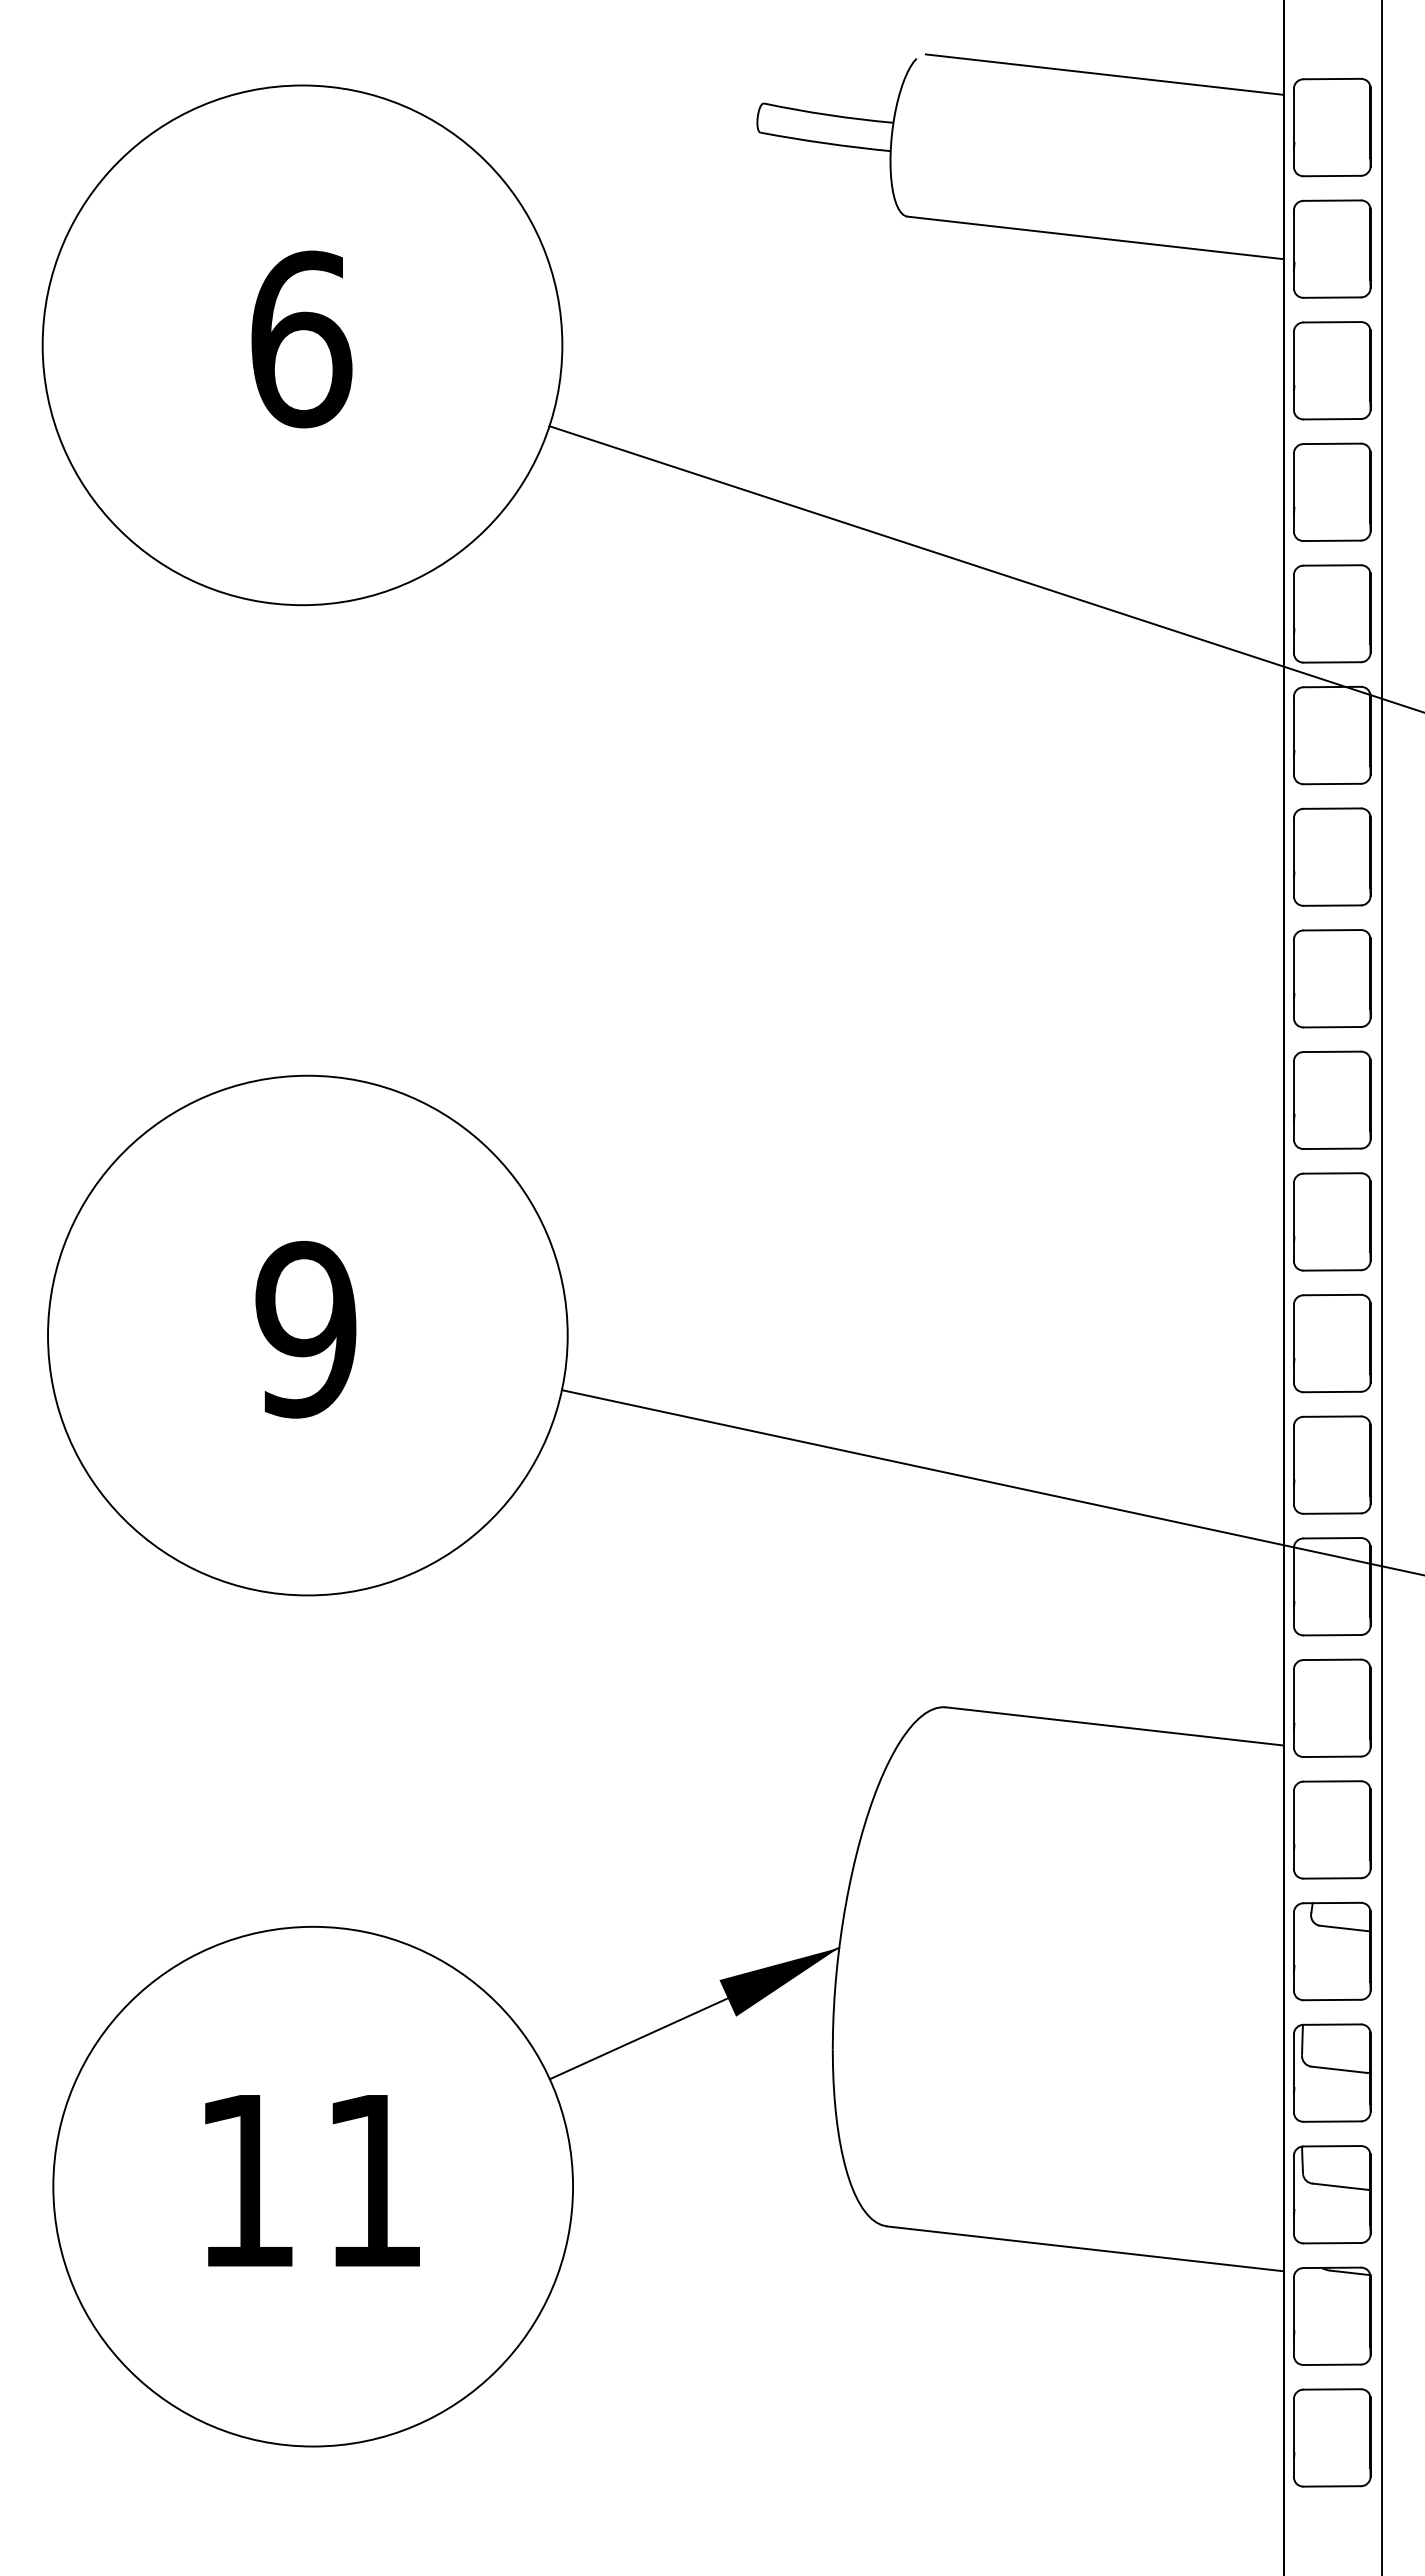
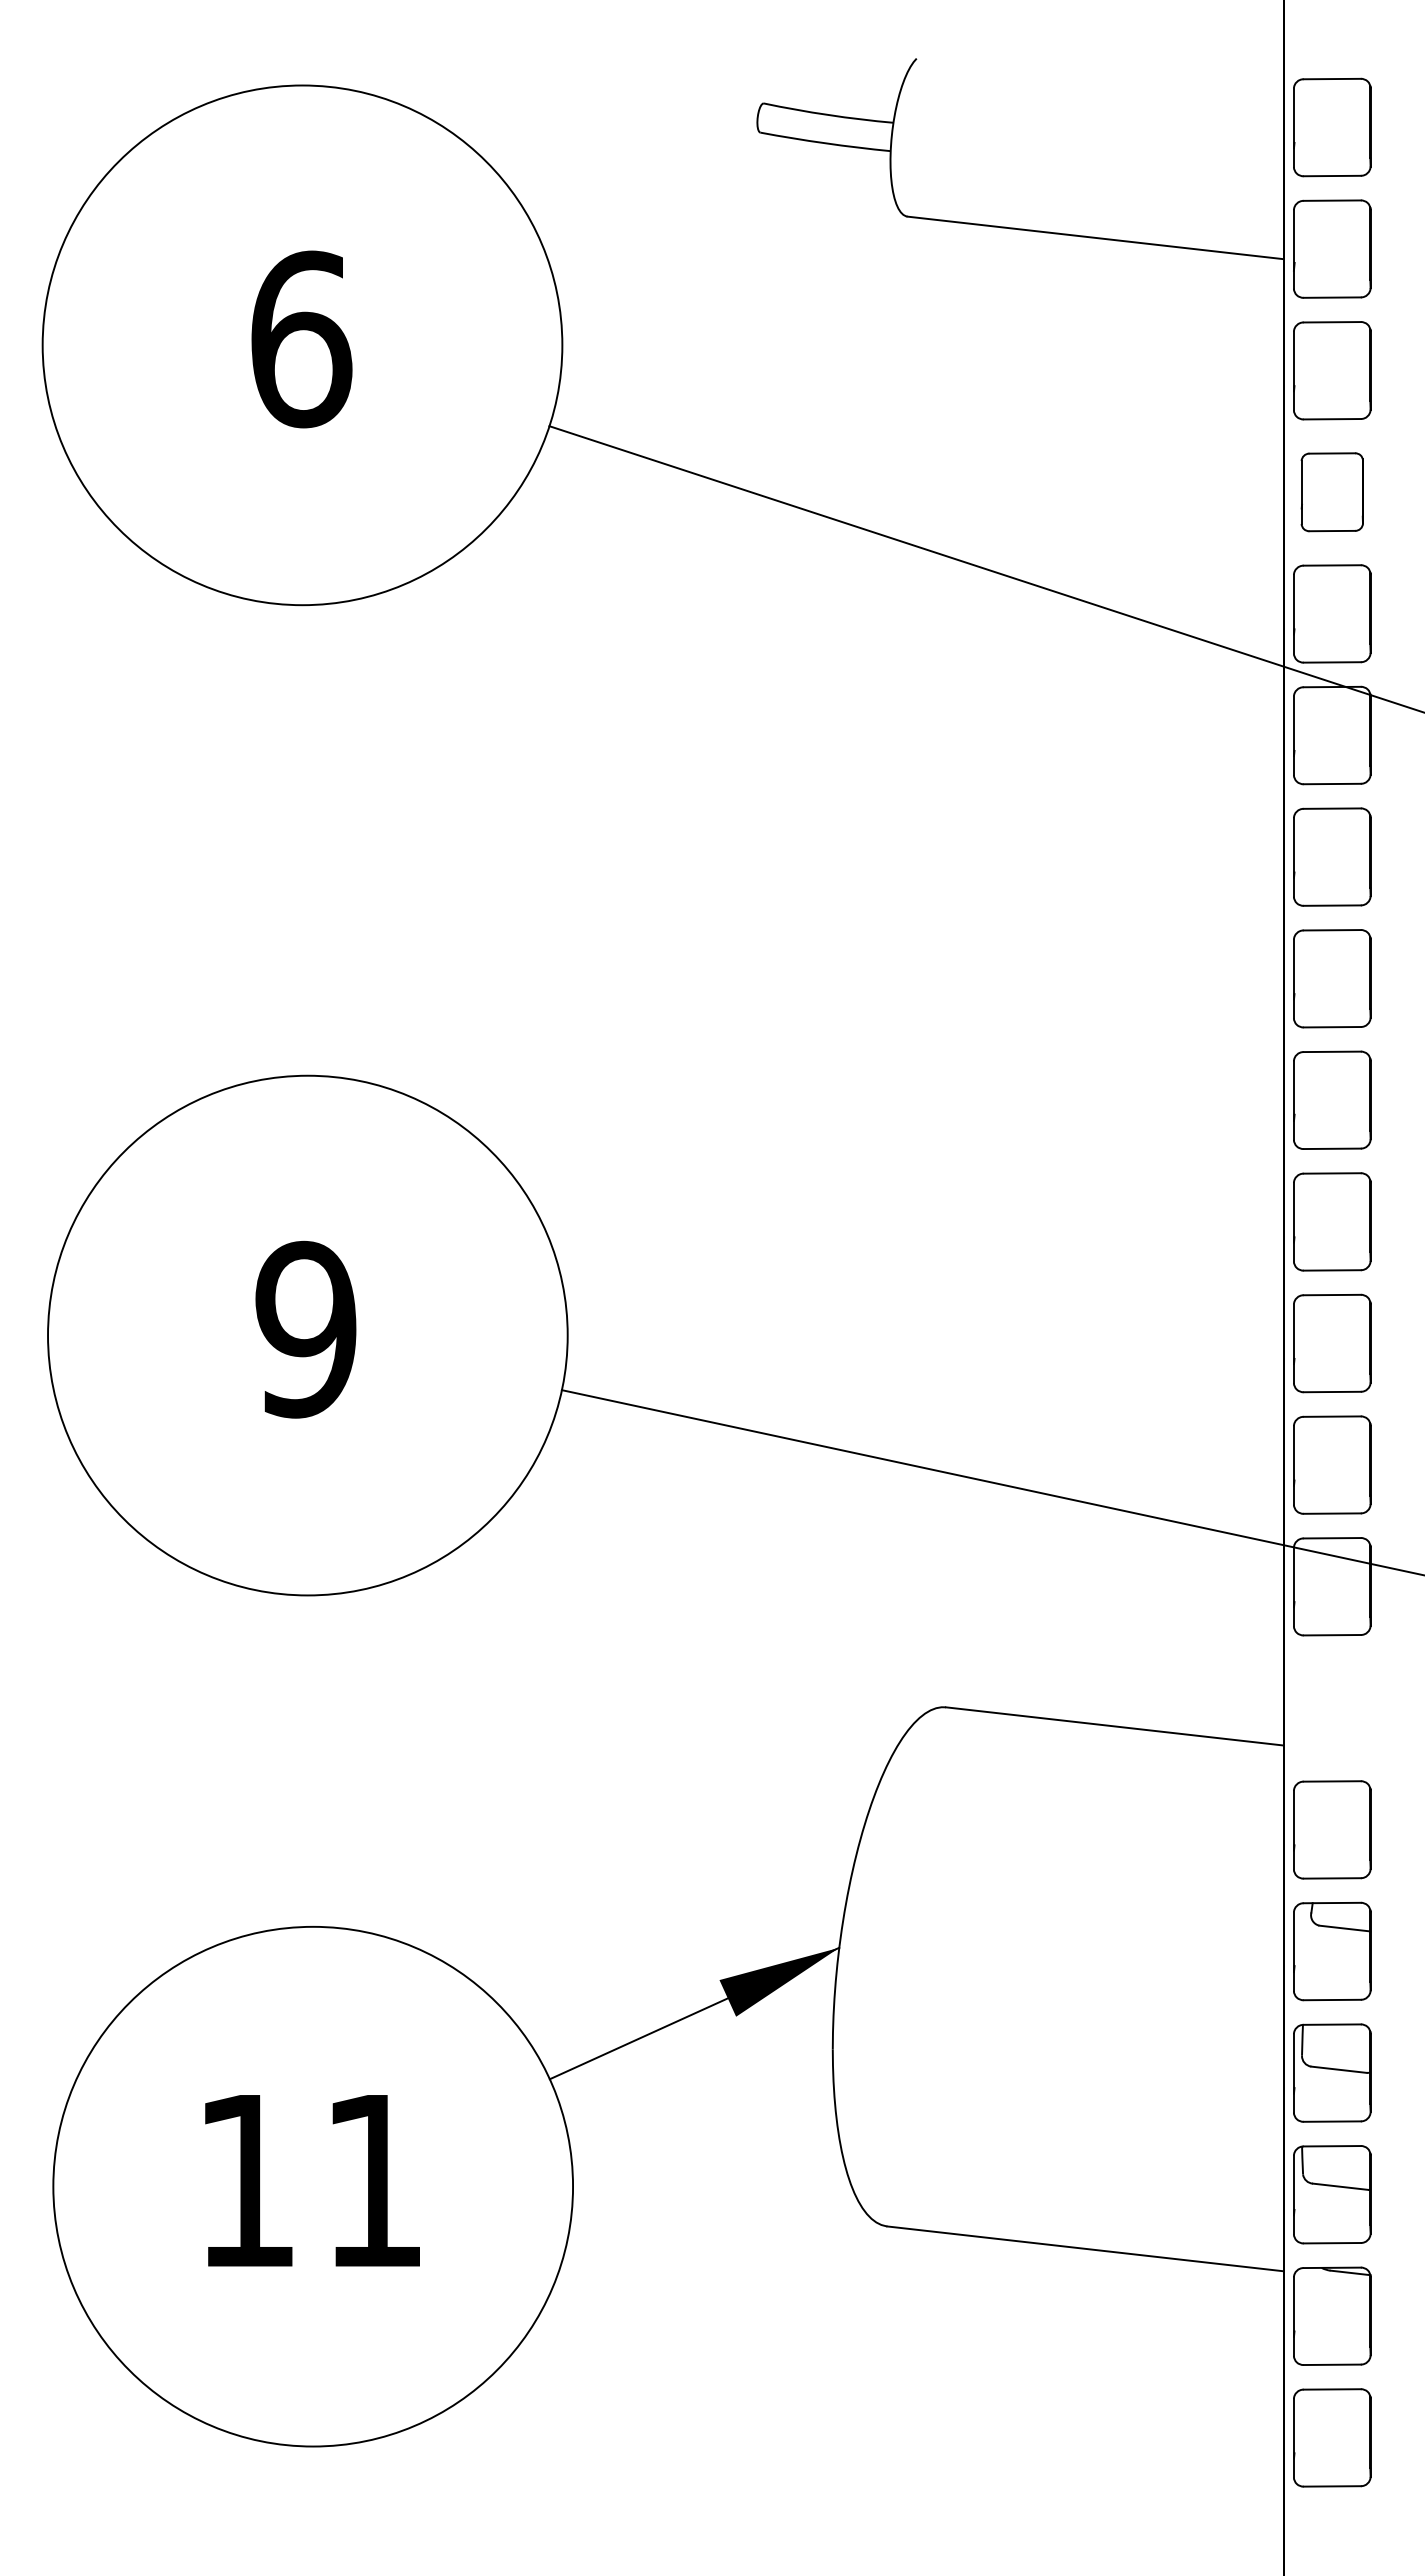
line at (1104, 74): present -> none
part at (1332, 491) size: 79x100 px -> 64x81 px
line at (1382, 1287): present -> none
part at (1332, 1707): present -> none
